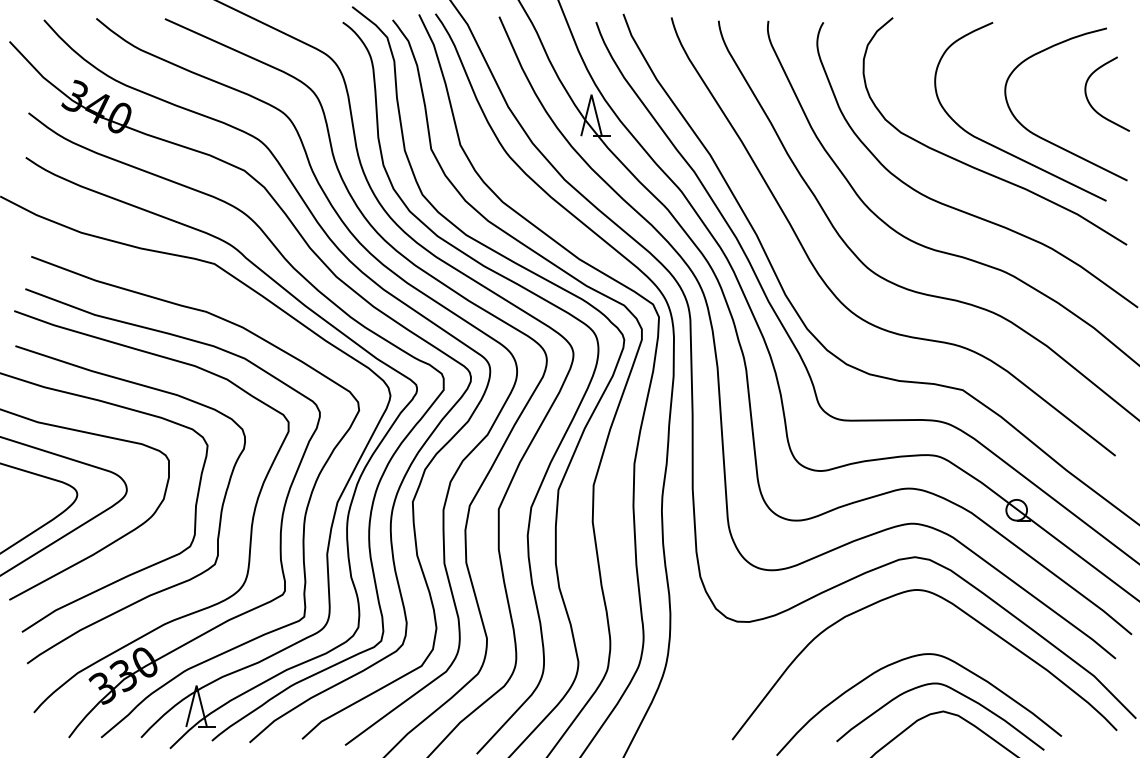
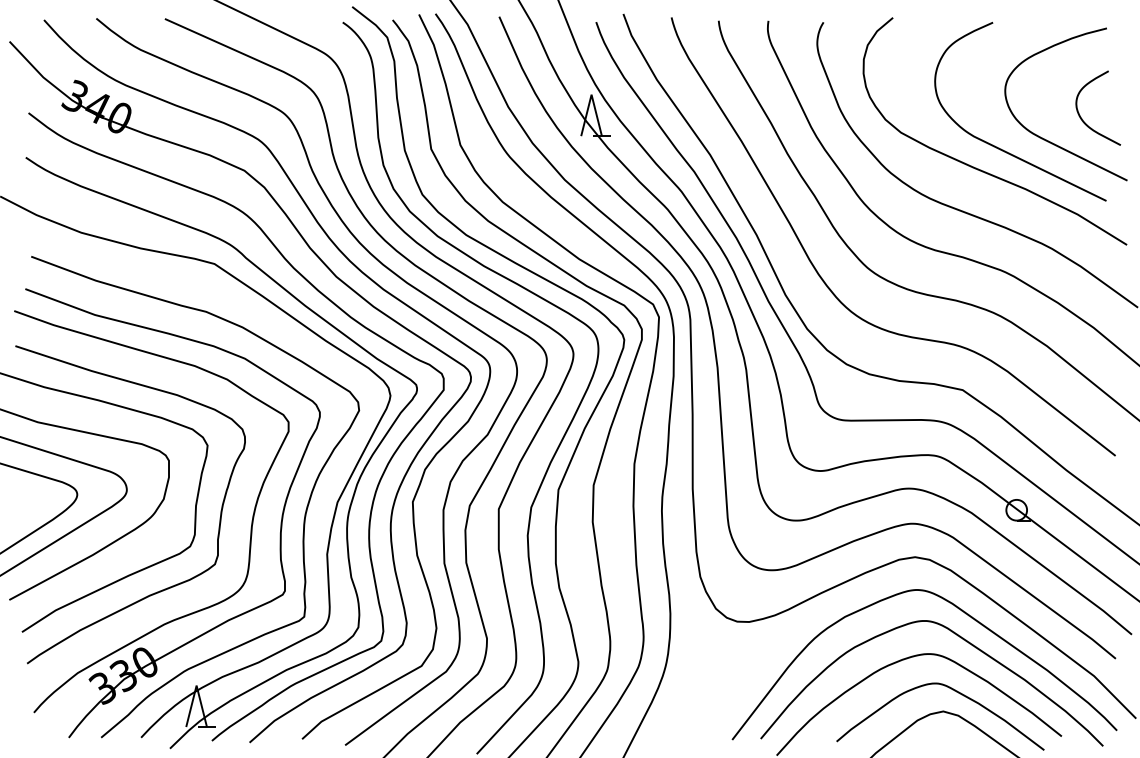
curve at (1091, 104) position: (1091, 104) -> (1082, 118)
curve at (960, 638): none -> present
